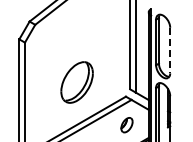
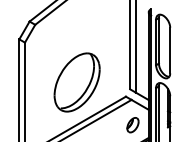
line at (170, 50): dashed -> solid
part at (76, 82) size: 34x43 px -> 48x61 px
part at (126, 125) position: (126, 125) -> (132, 125)
